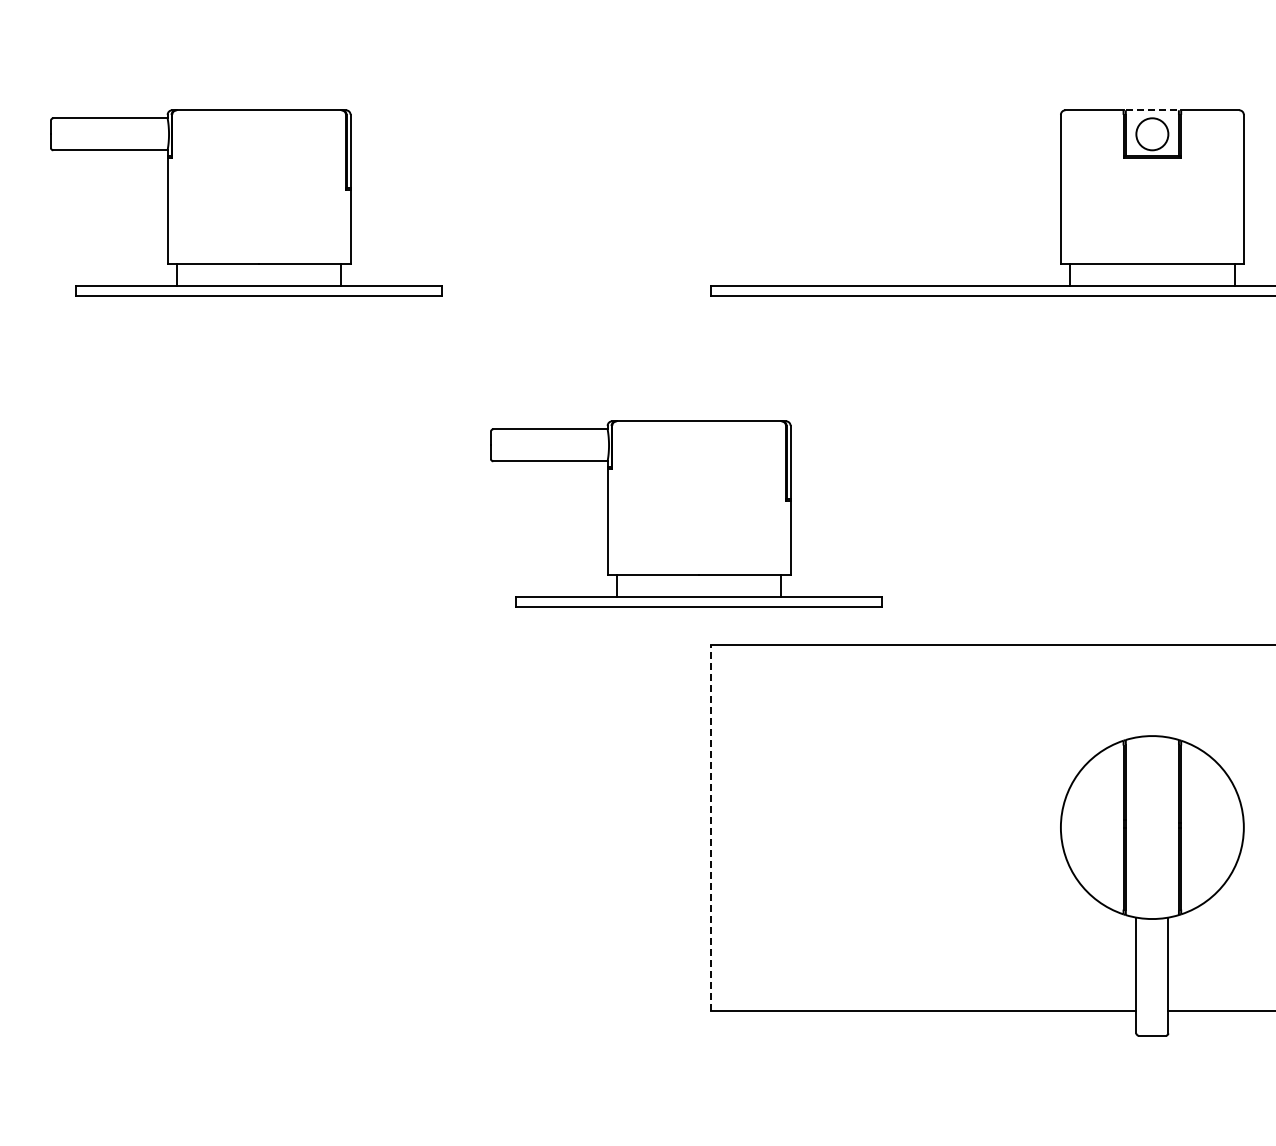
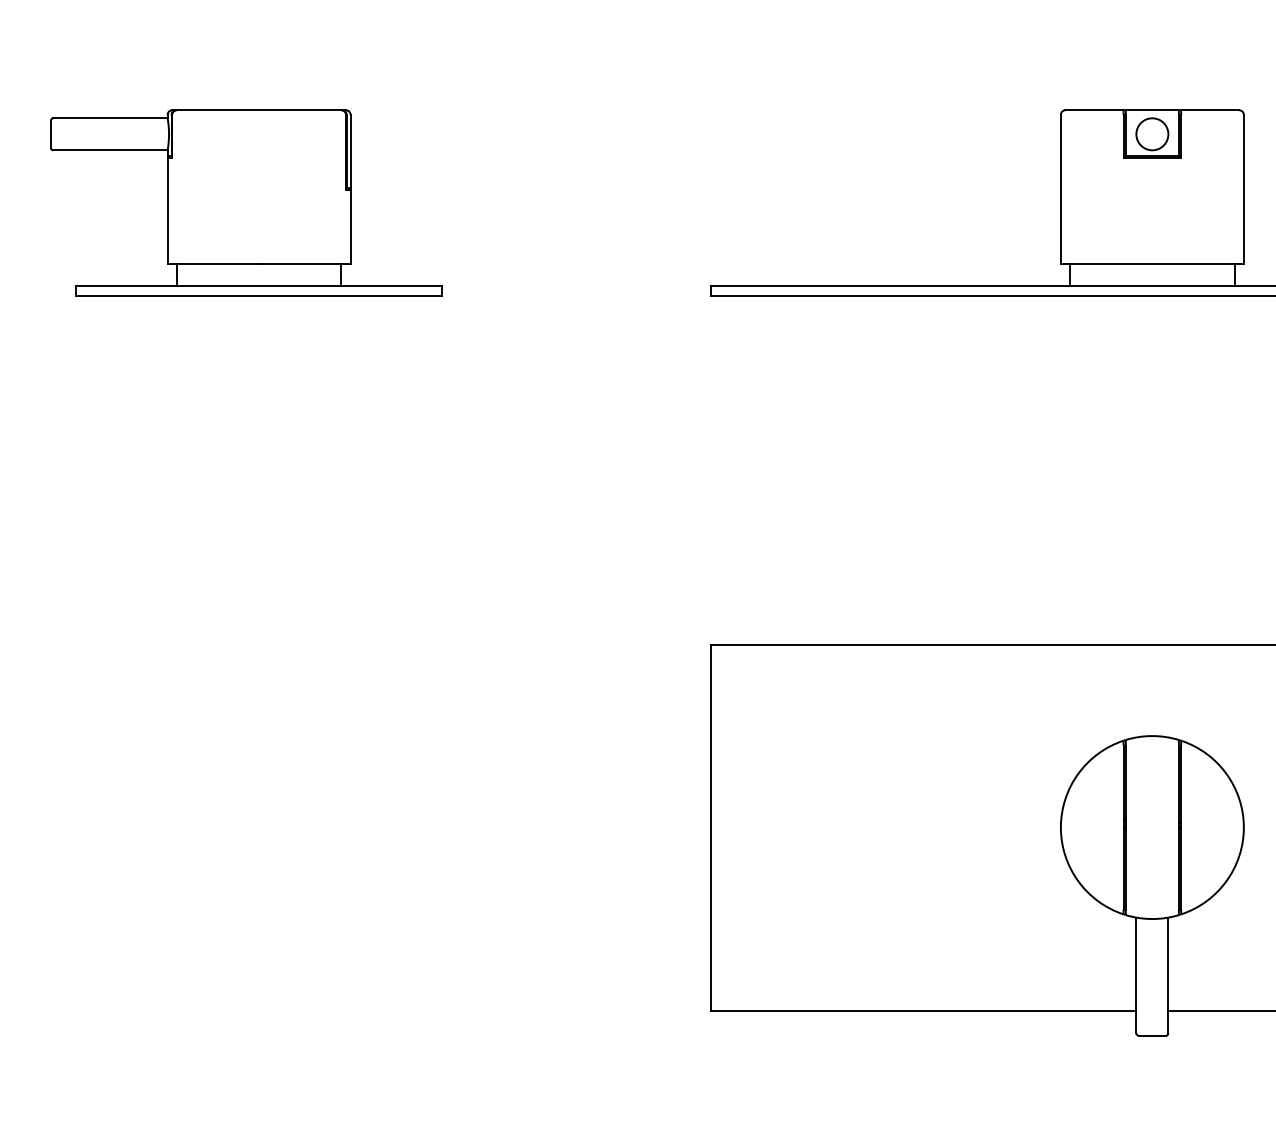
line at (1152, 110): dashed -> solid
part at (686, 513): present -> none
line at (710, 827): dashed -> solid
